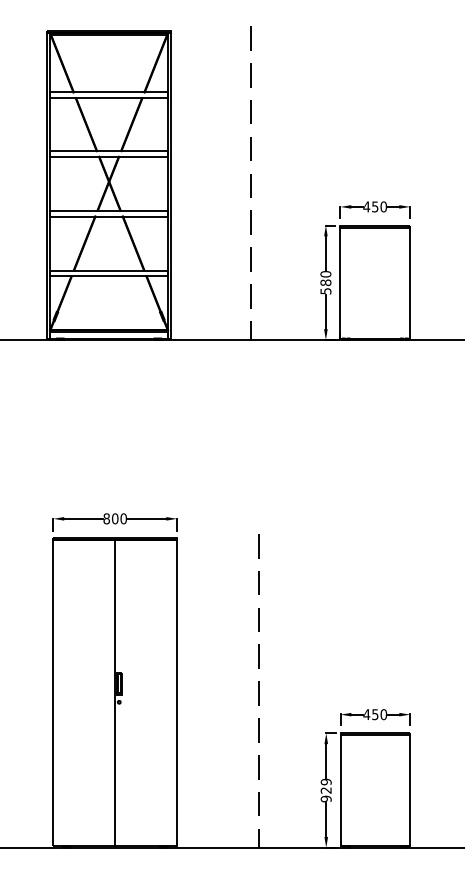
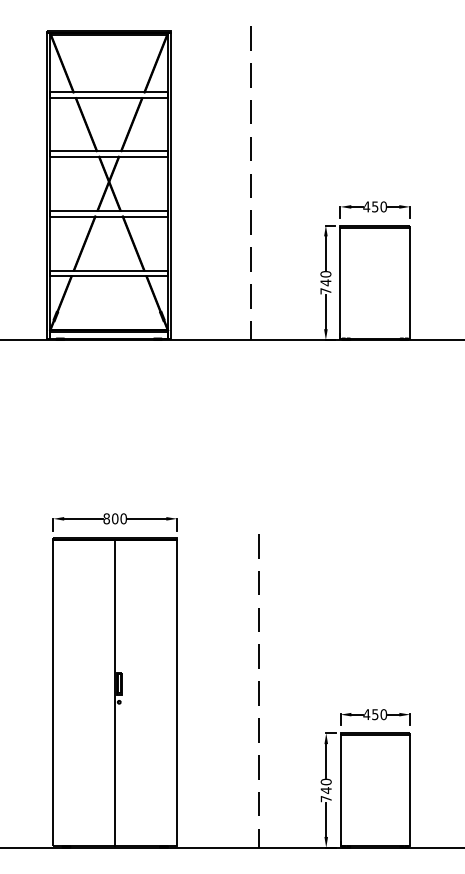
text at (325, 286): 580 -> 740
text at (325, 790): 929 -> 740
